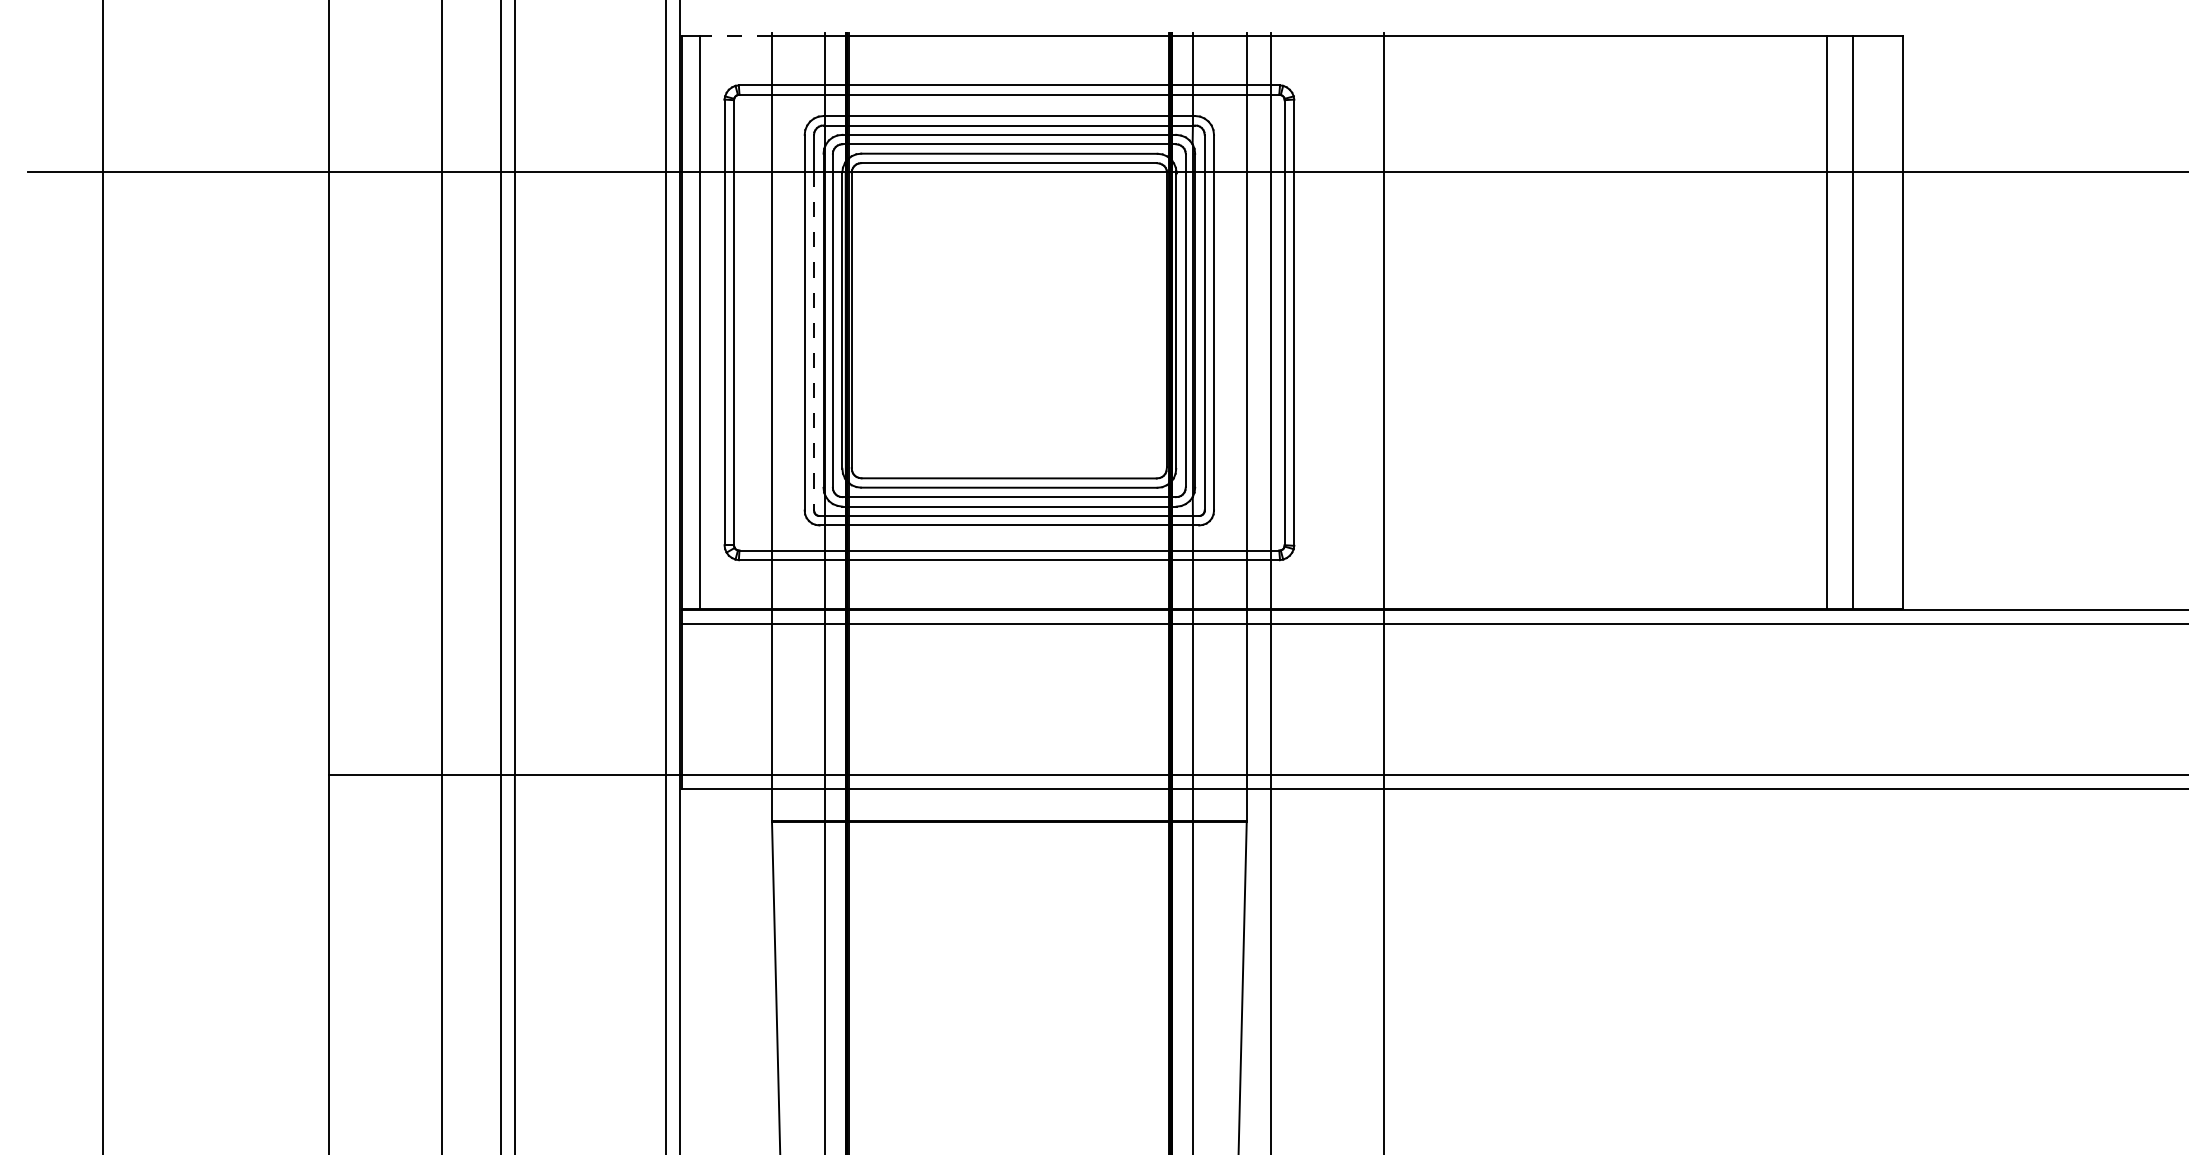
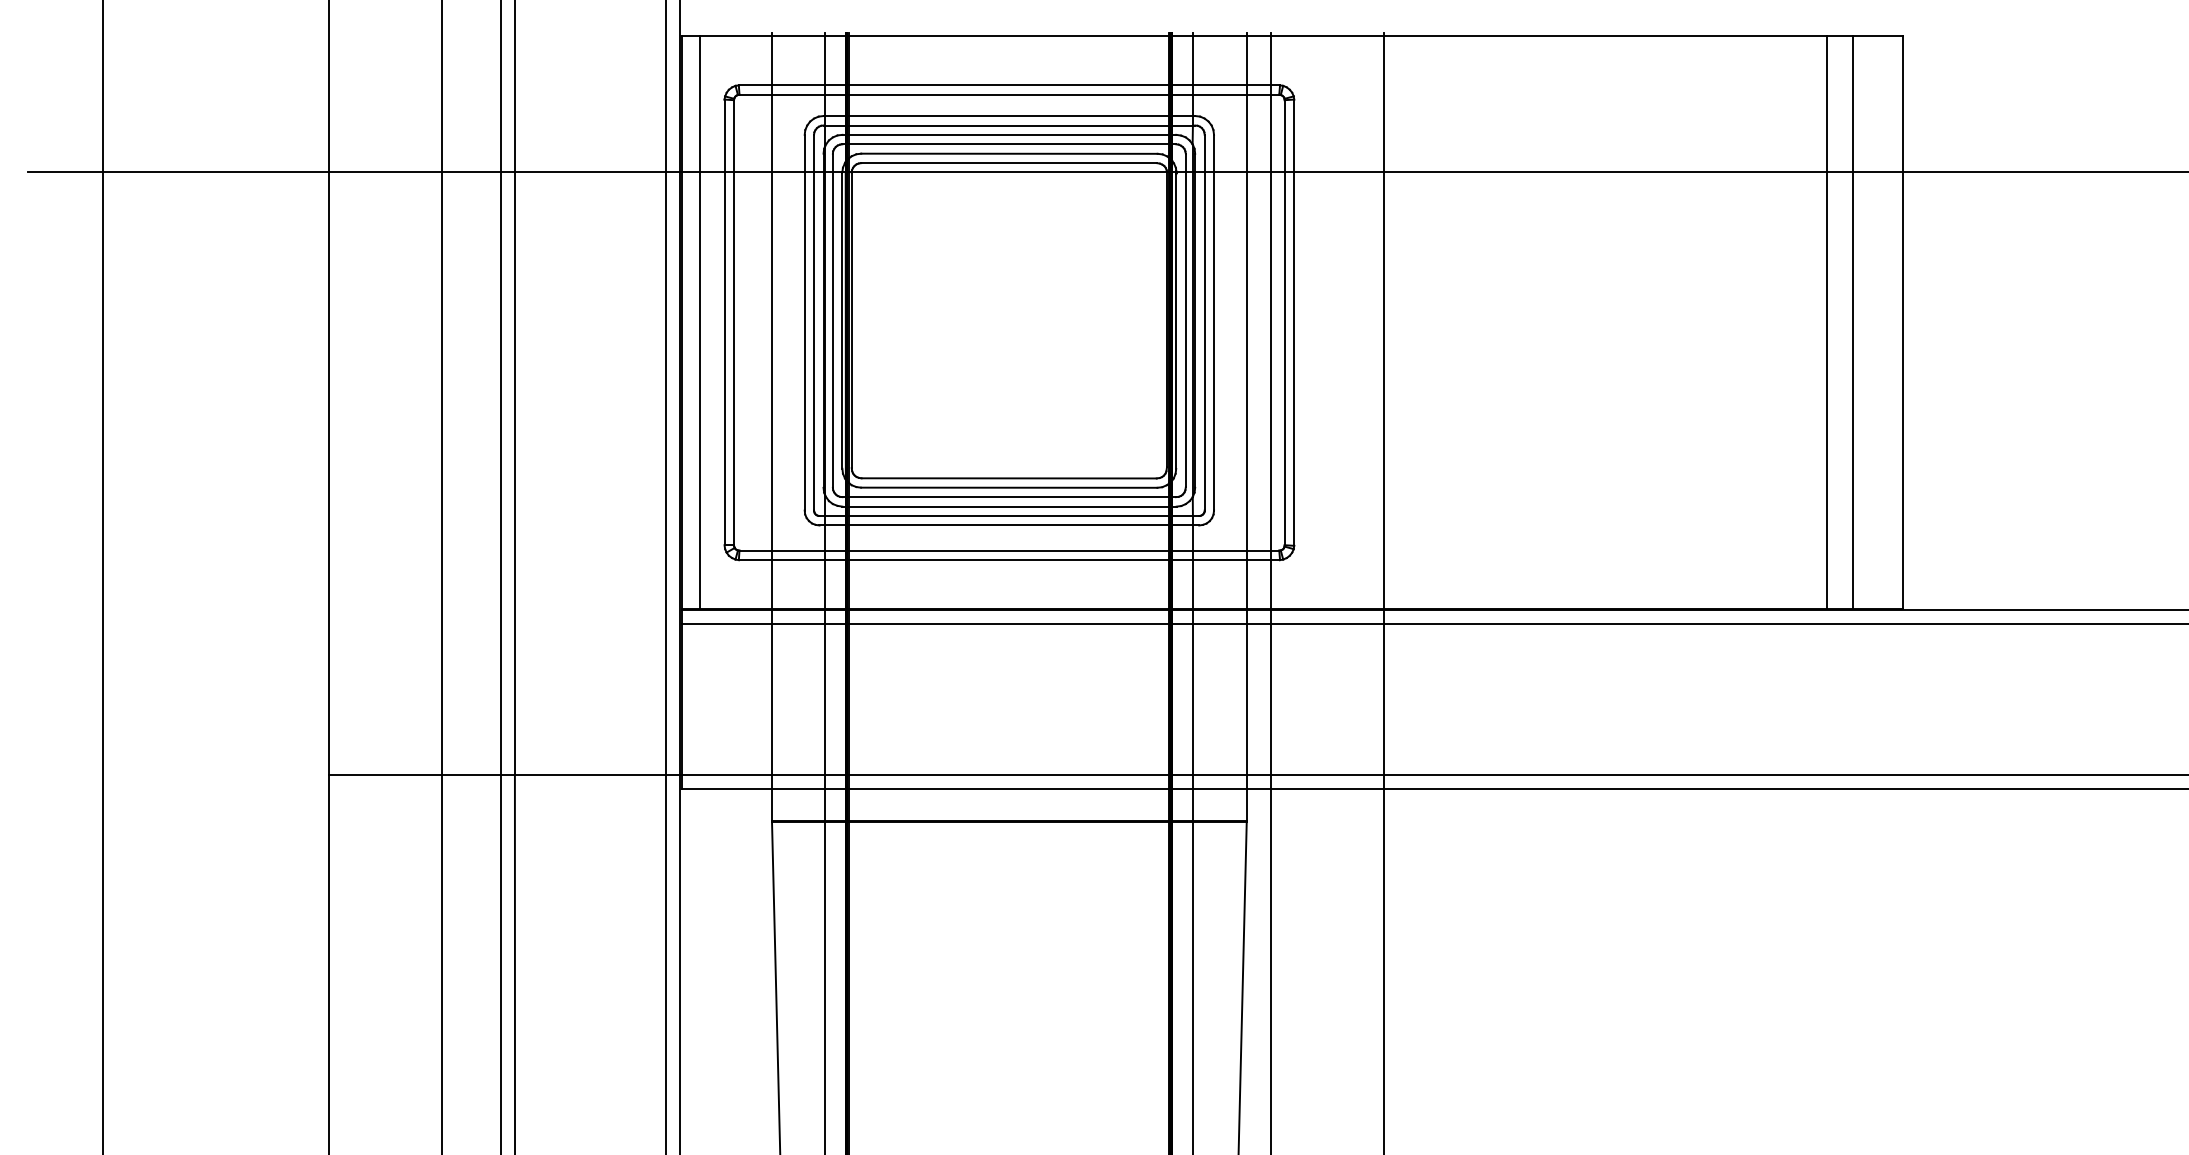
line at (736, 36): dashed -> solid
line at (814, 341): dashed -> solid
